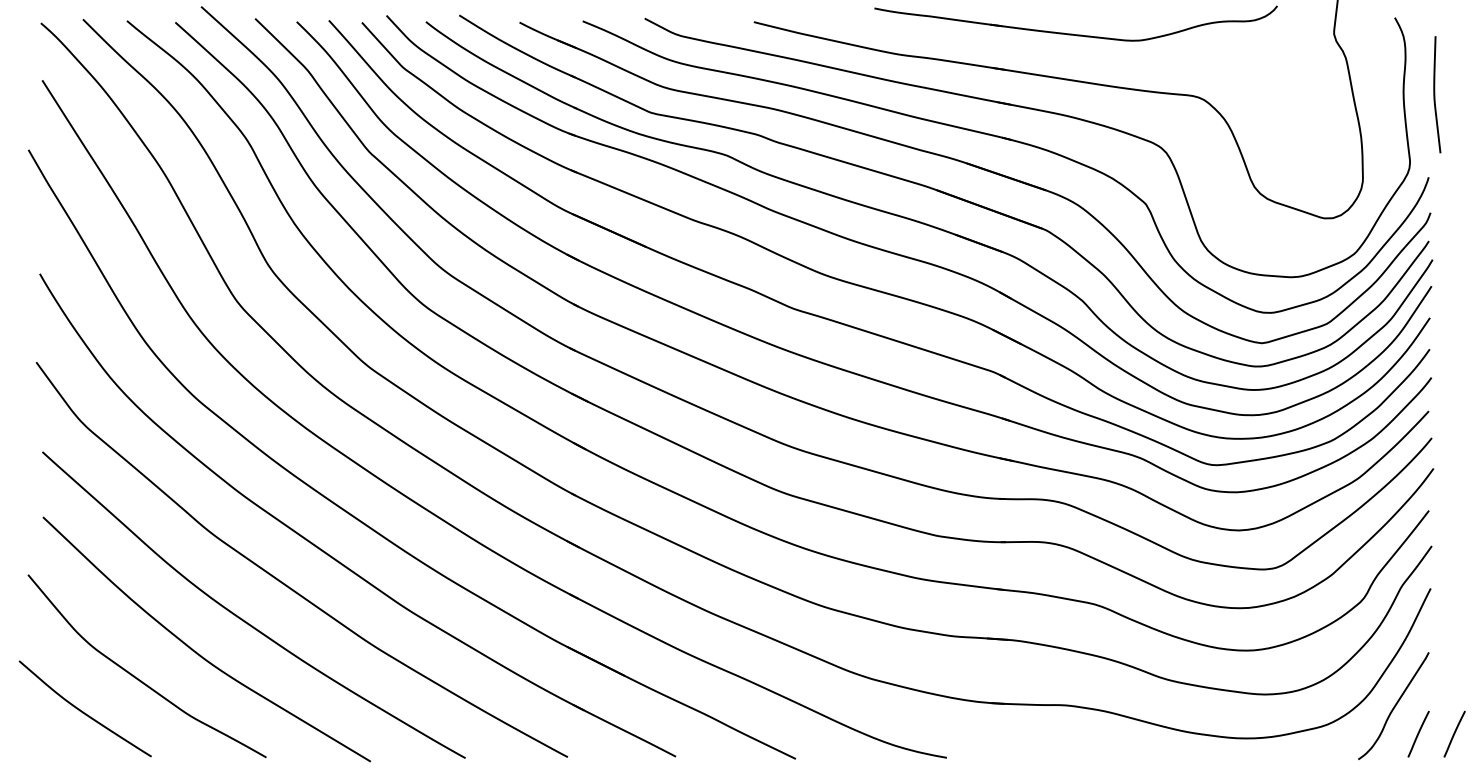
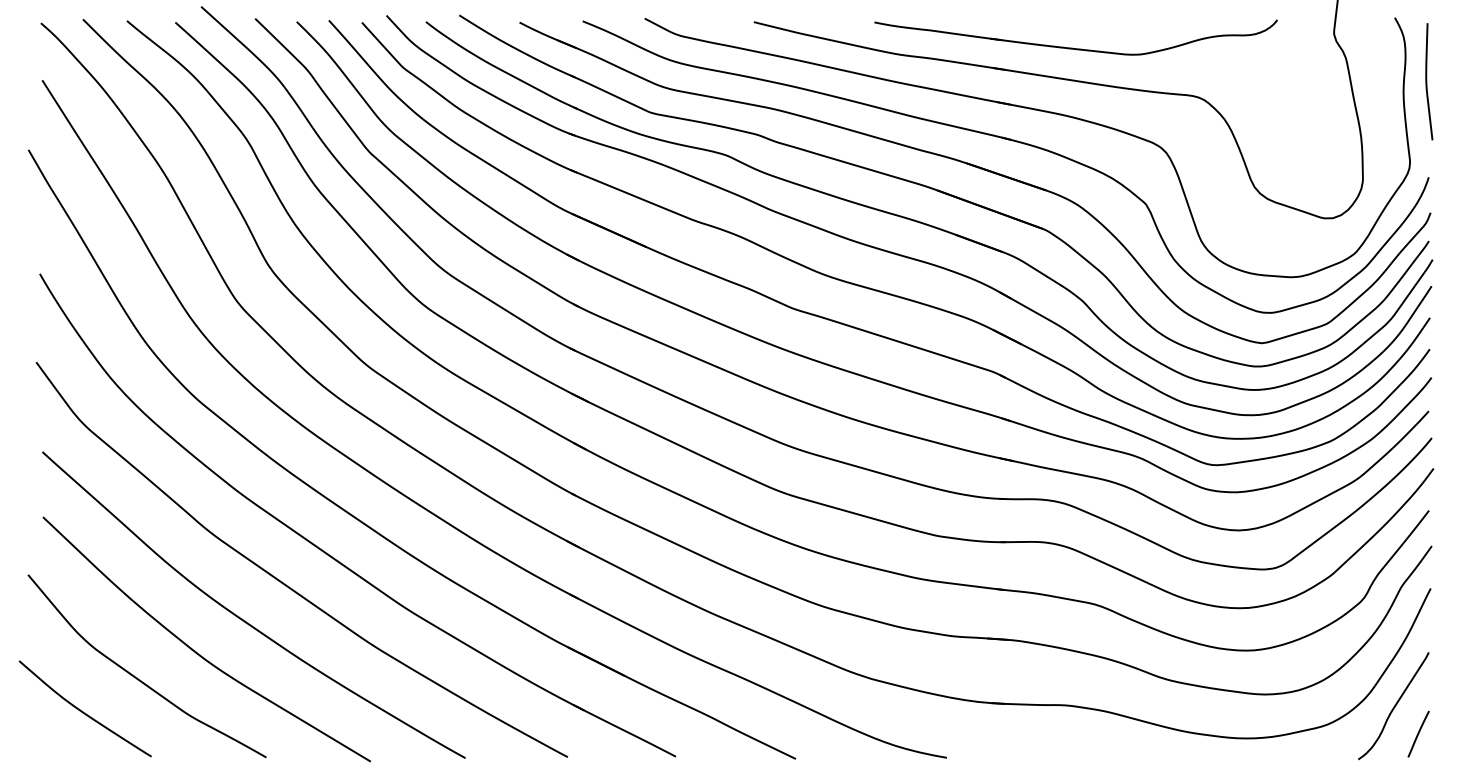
part at (1072, 33) position: (1072, 33) -> (1072, 47)
curve at (1435, 94) position: (1435, 94) -> (1427, 81)
line at (1454, 733): present -> none
